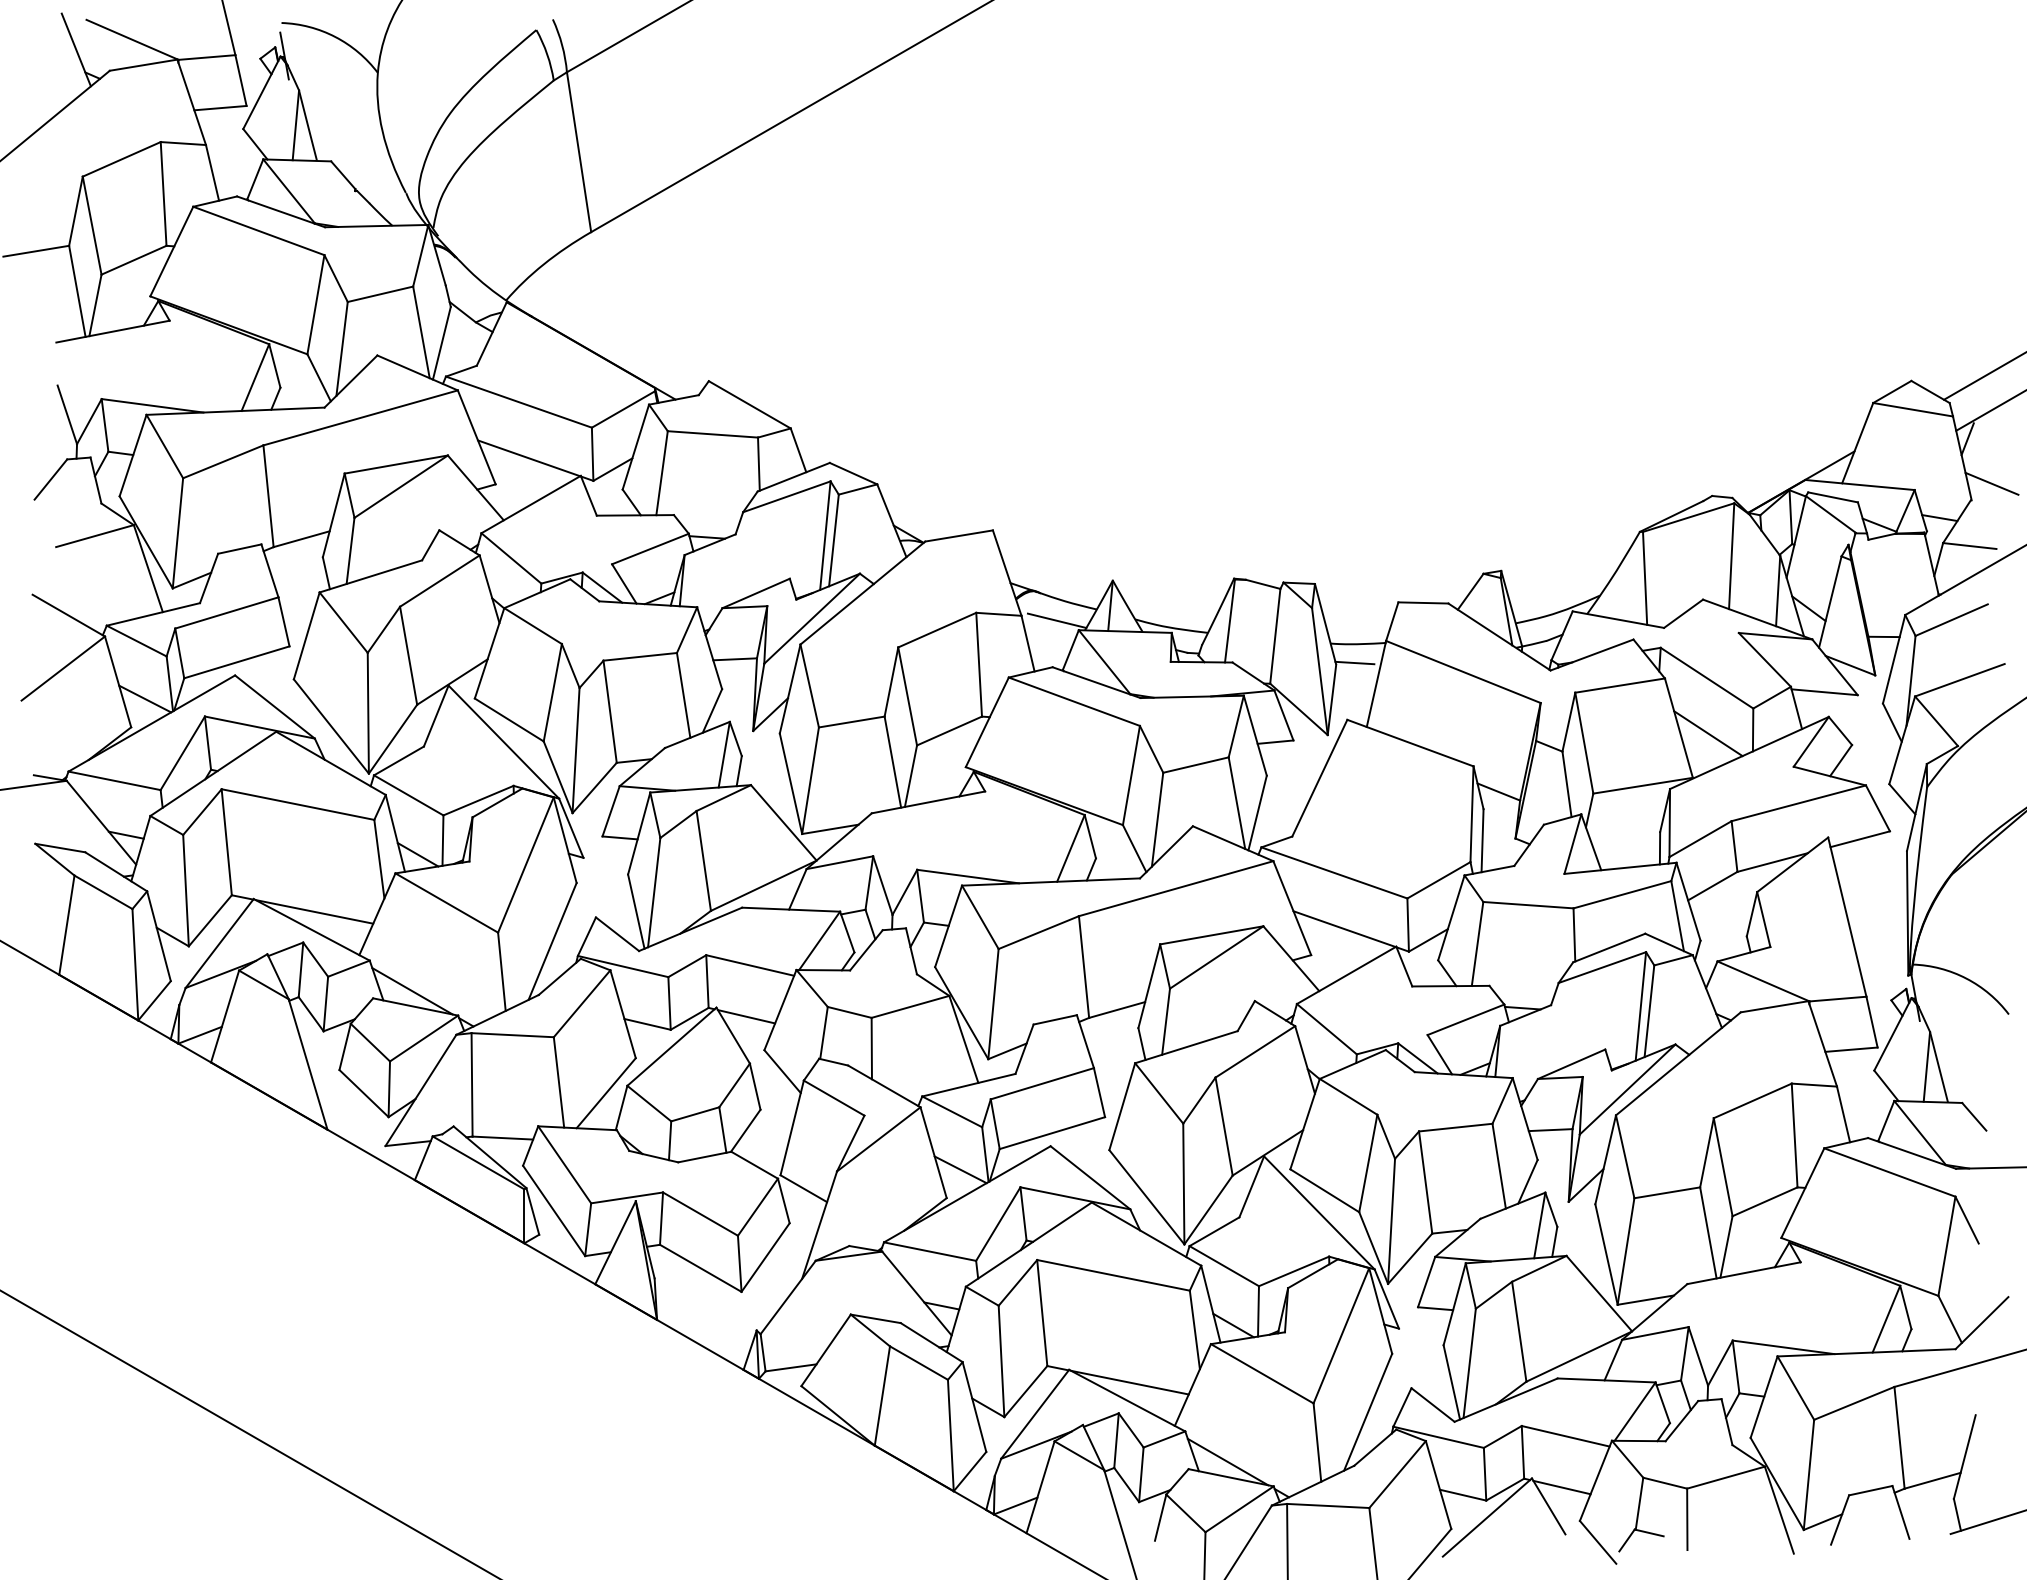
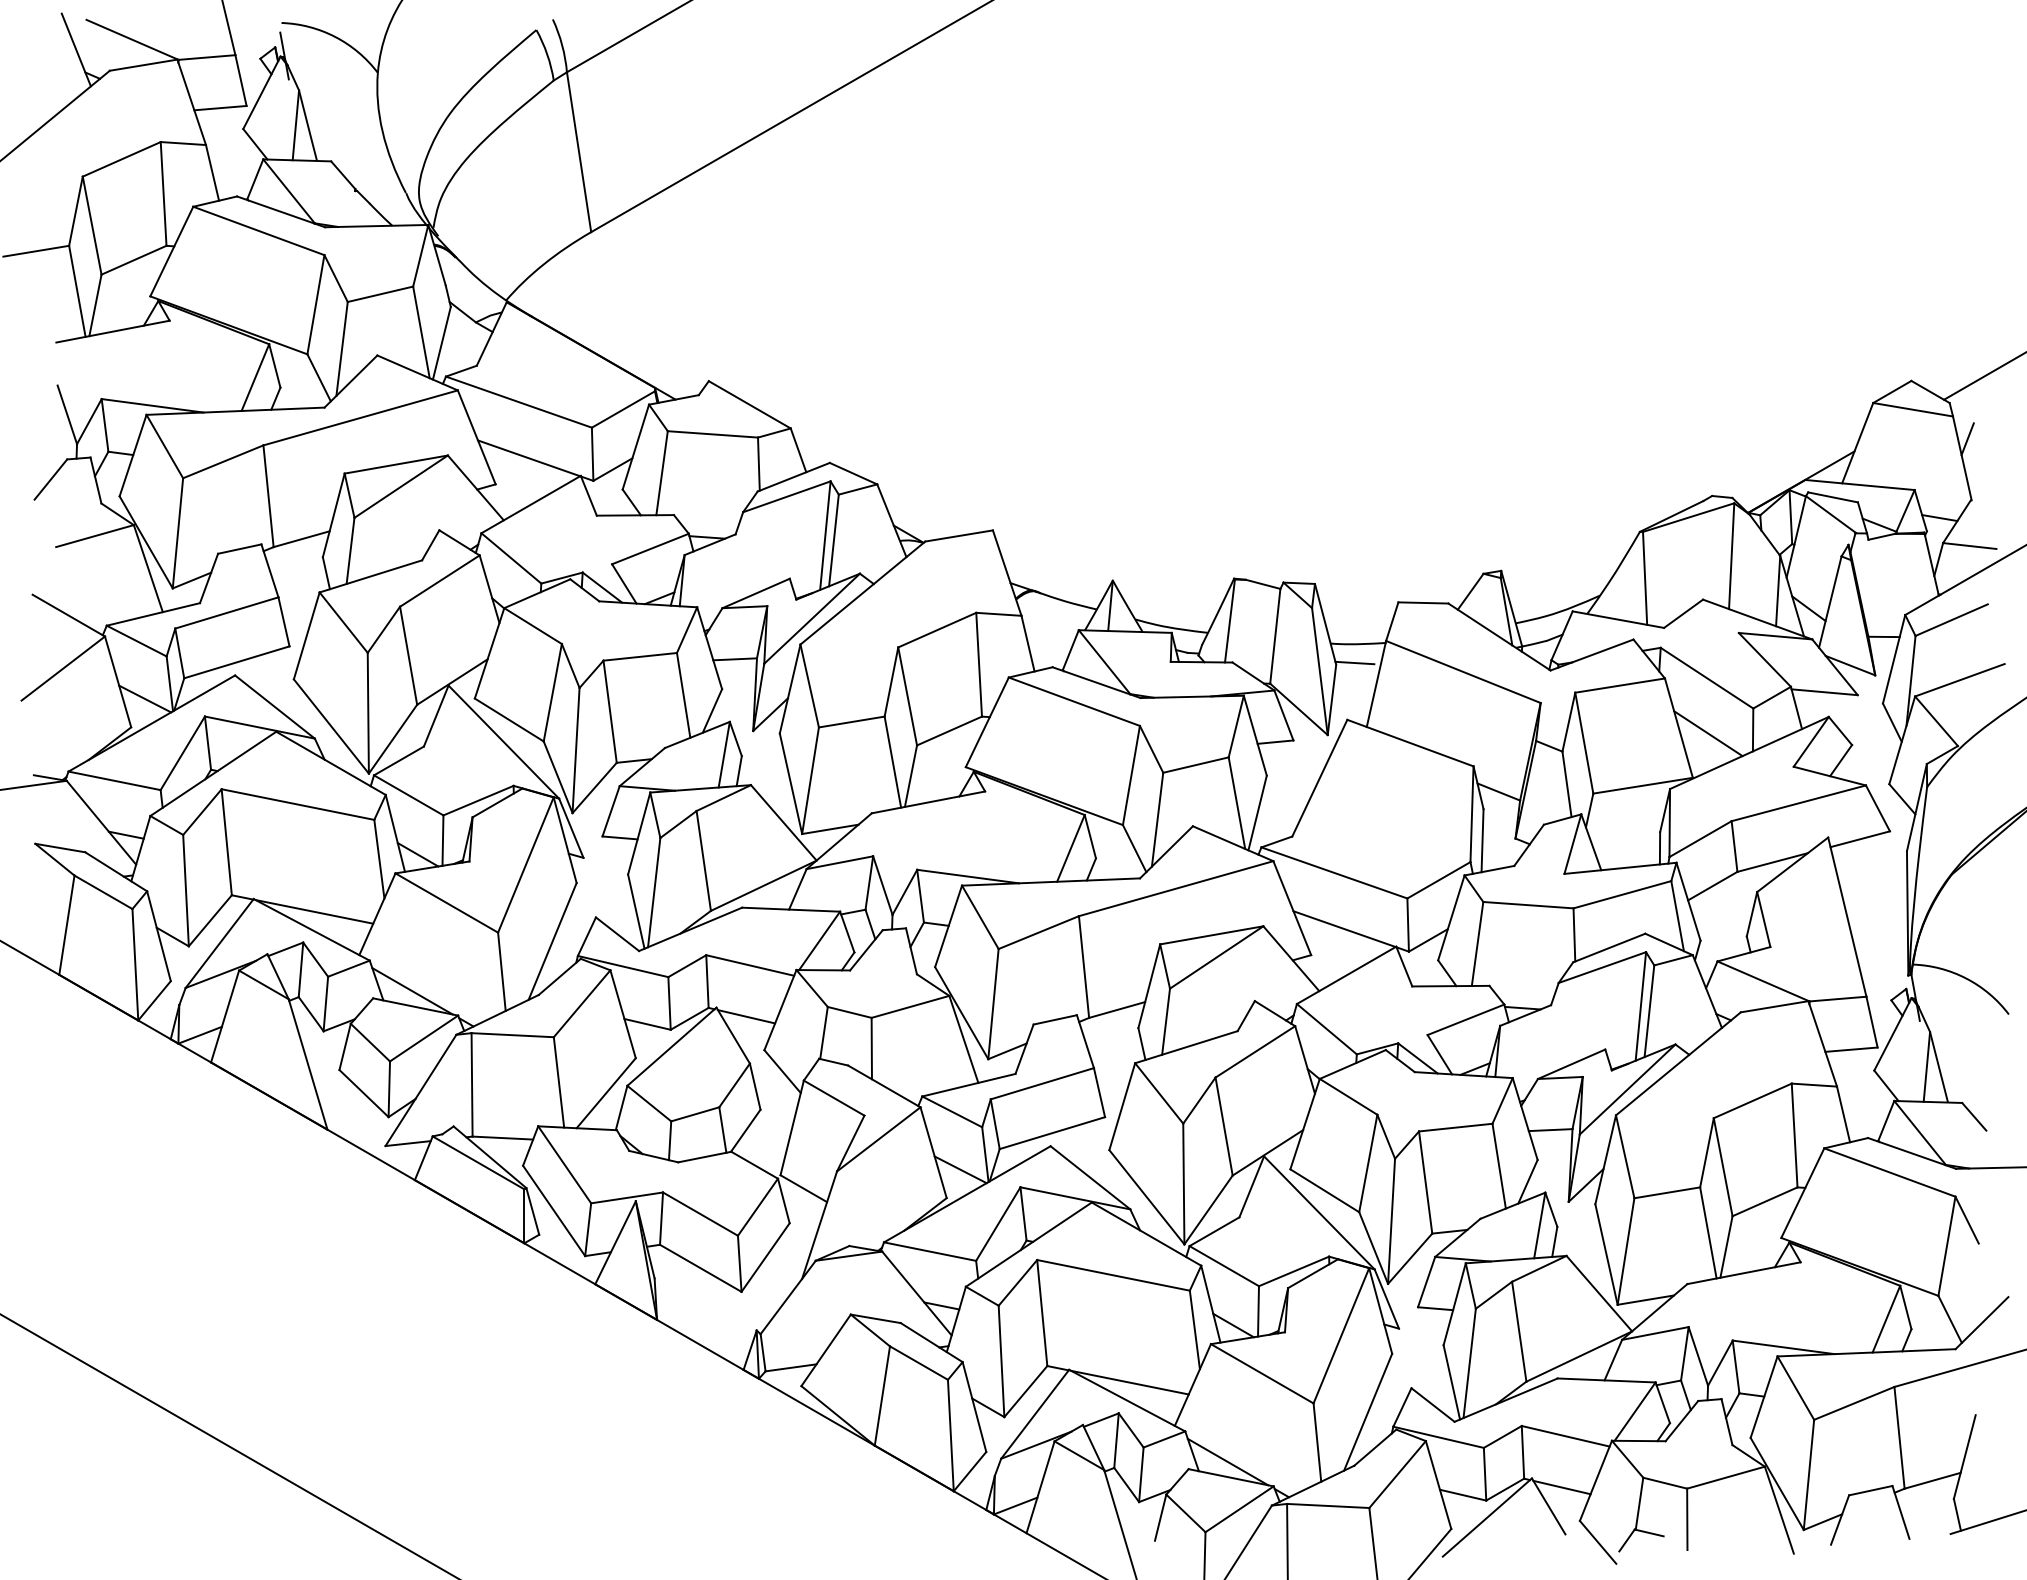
line at (1989, 410): present -> none
line at (1991, 483): present -> none
line at (1056, 620): present -> none
line at (249, 1433) position: (249, 1433) -> (228, 1445)
